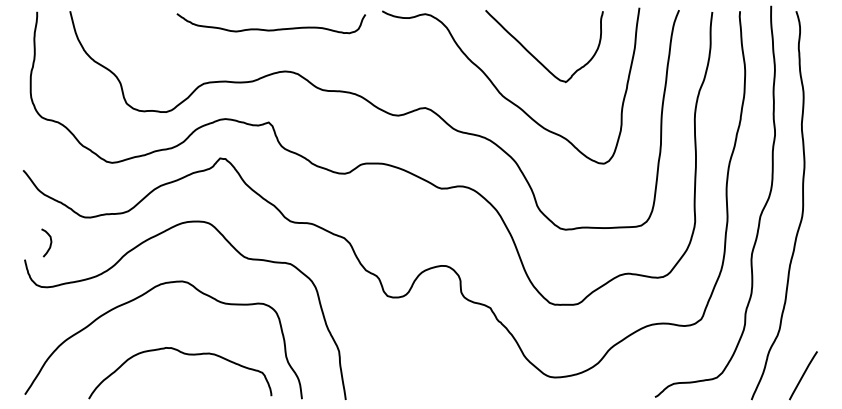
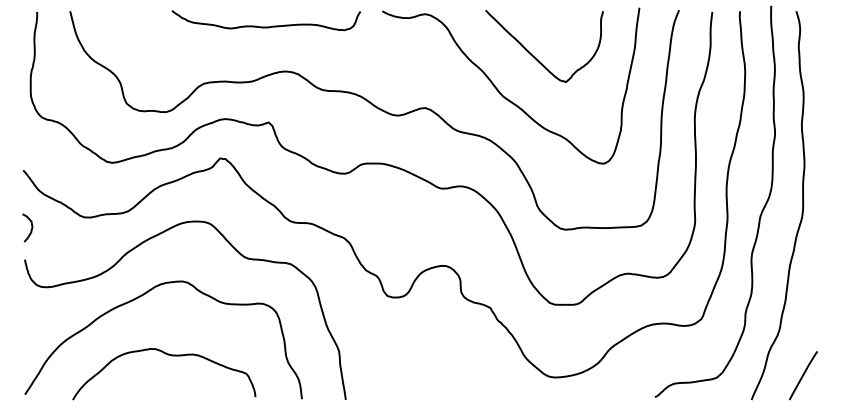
curve at (271, 29) position: (271, 29) -> (266, 26)
curve at (50, 242) position: (50, 242) -> (31, 227)
curve at (183, 354) position: (183, 354) -> (167, 355)
